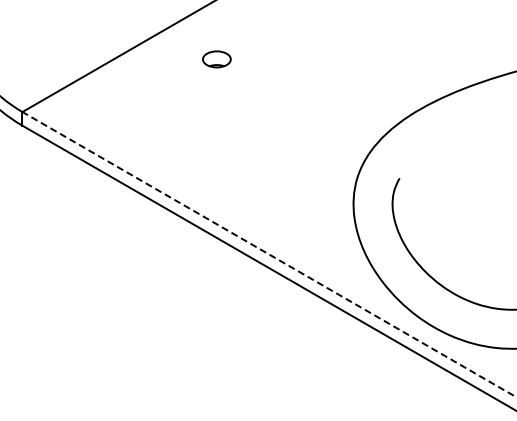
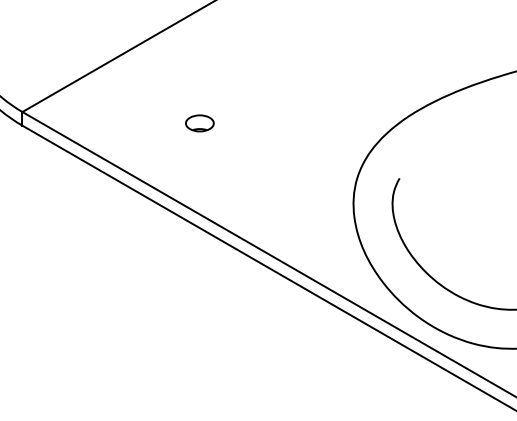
part at (216, 59) position: (216, 59) -> (199, 123)
line at (269, 254): dashed -> solid
